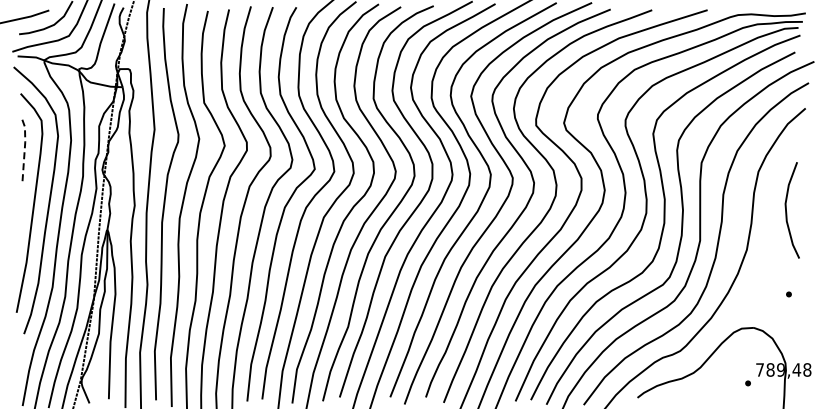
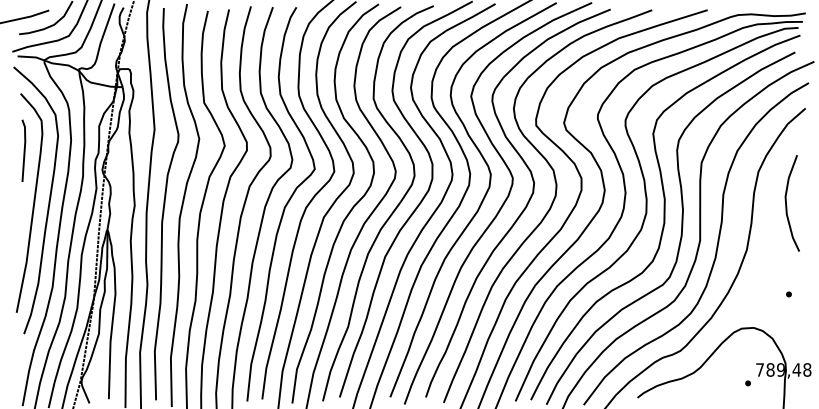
line at (24, 149): dashed -> solid
curve at (787, 212) position: (787, 212) -> (787, 205)
